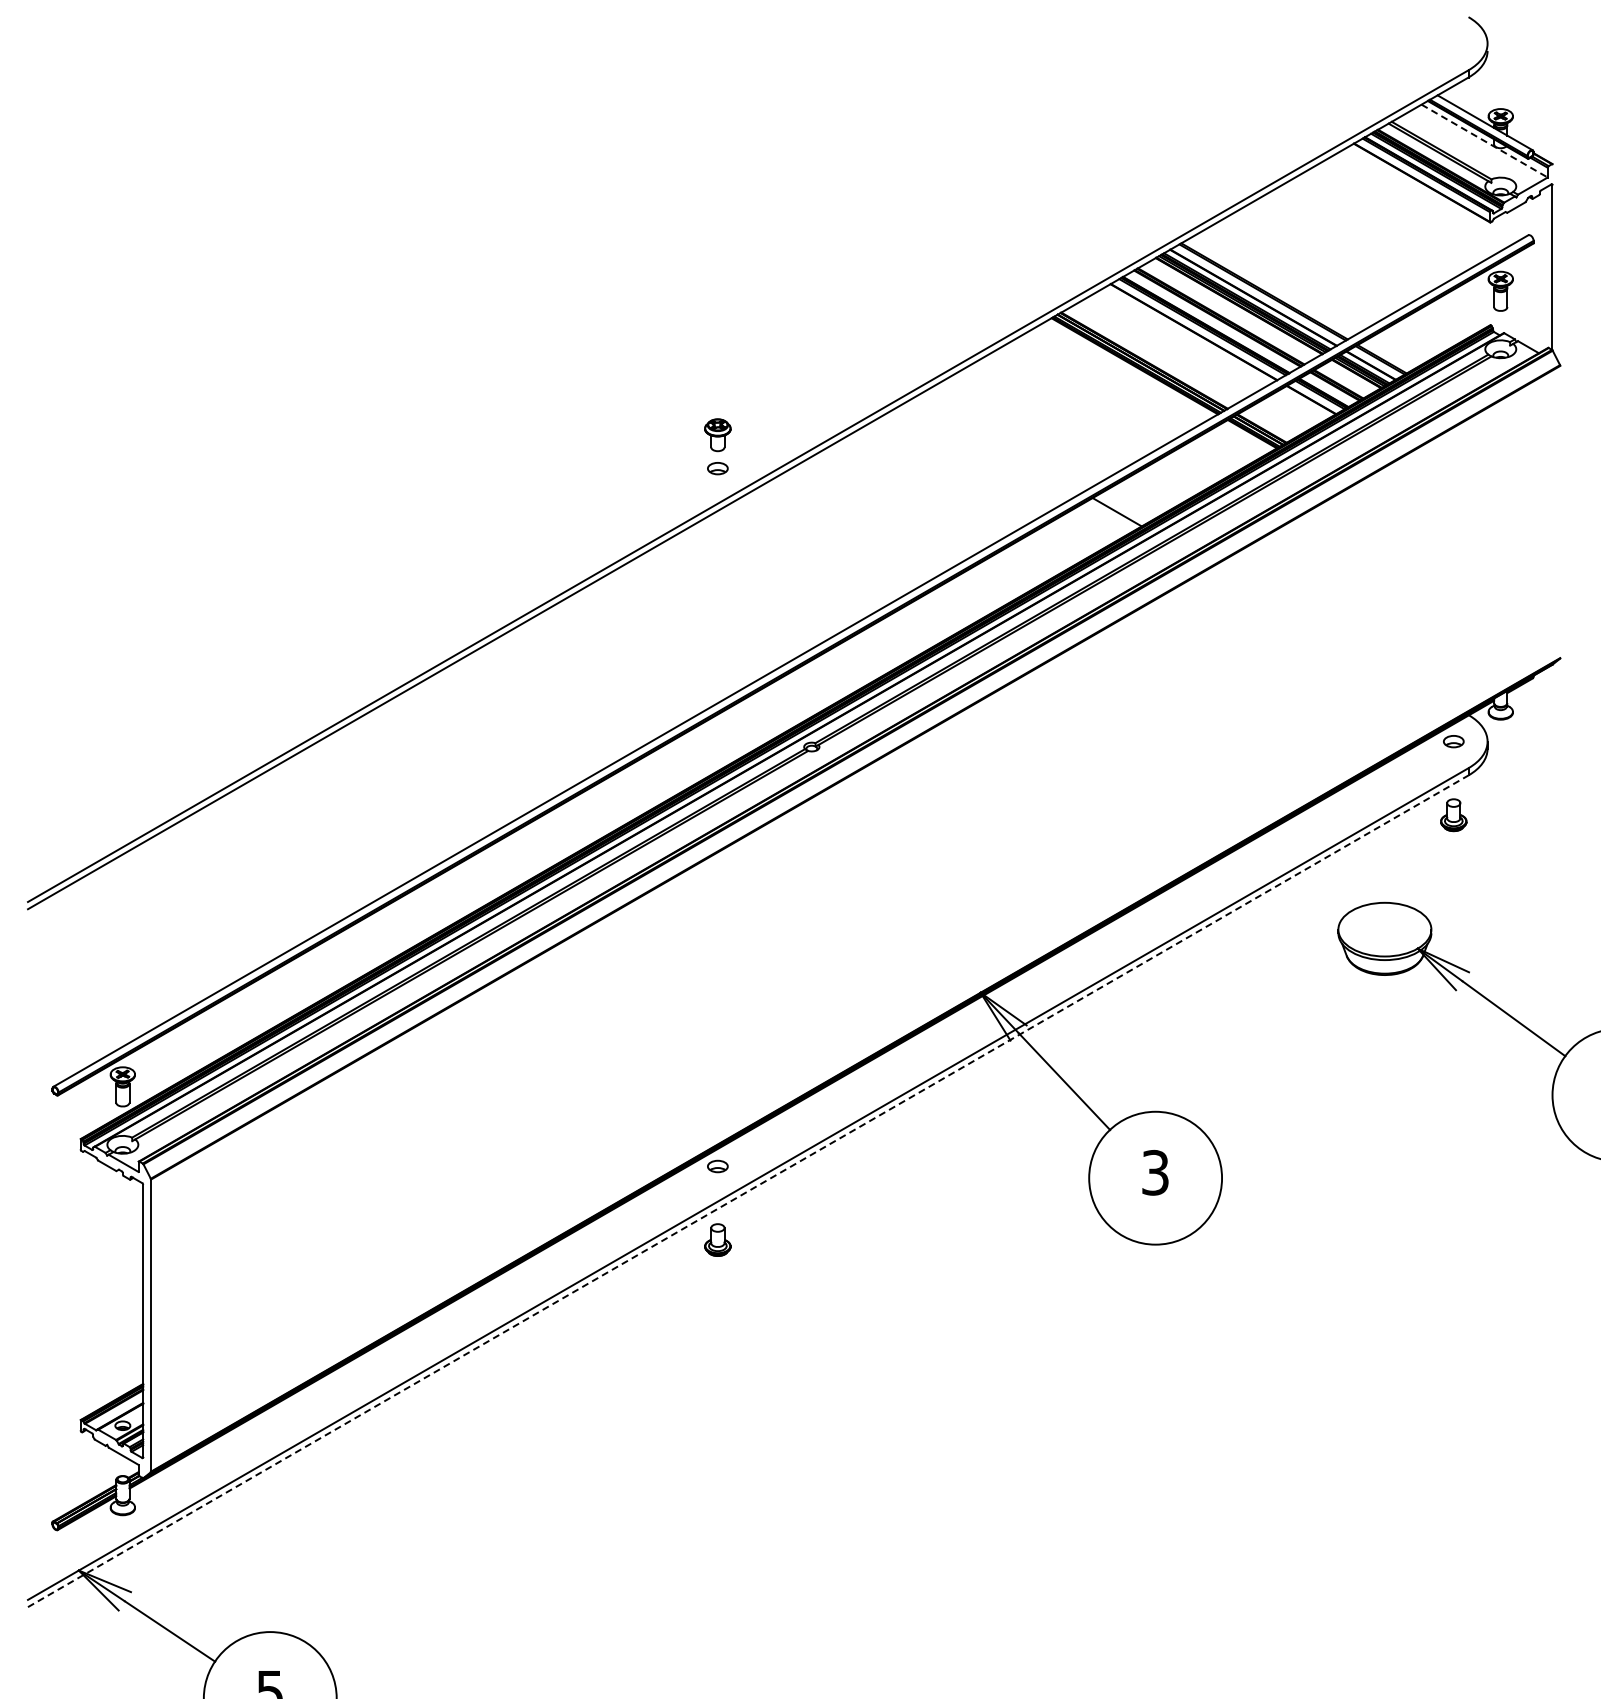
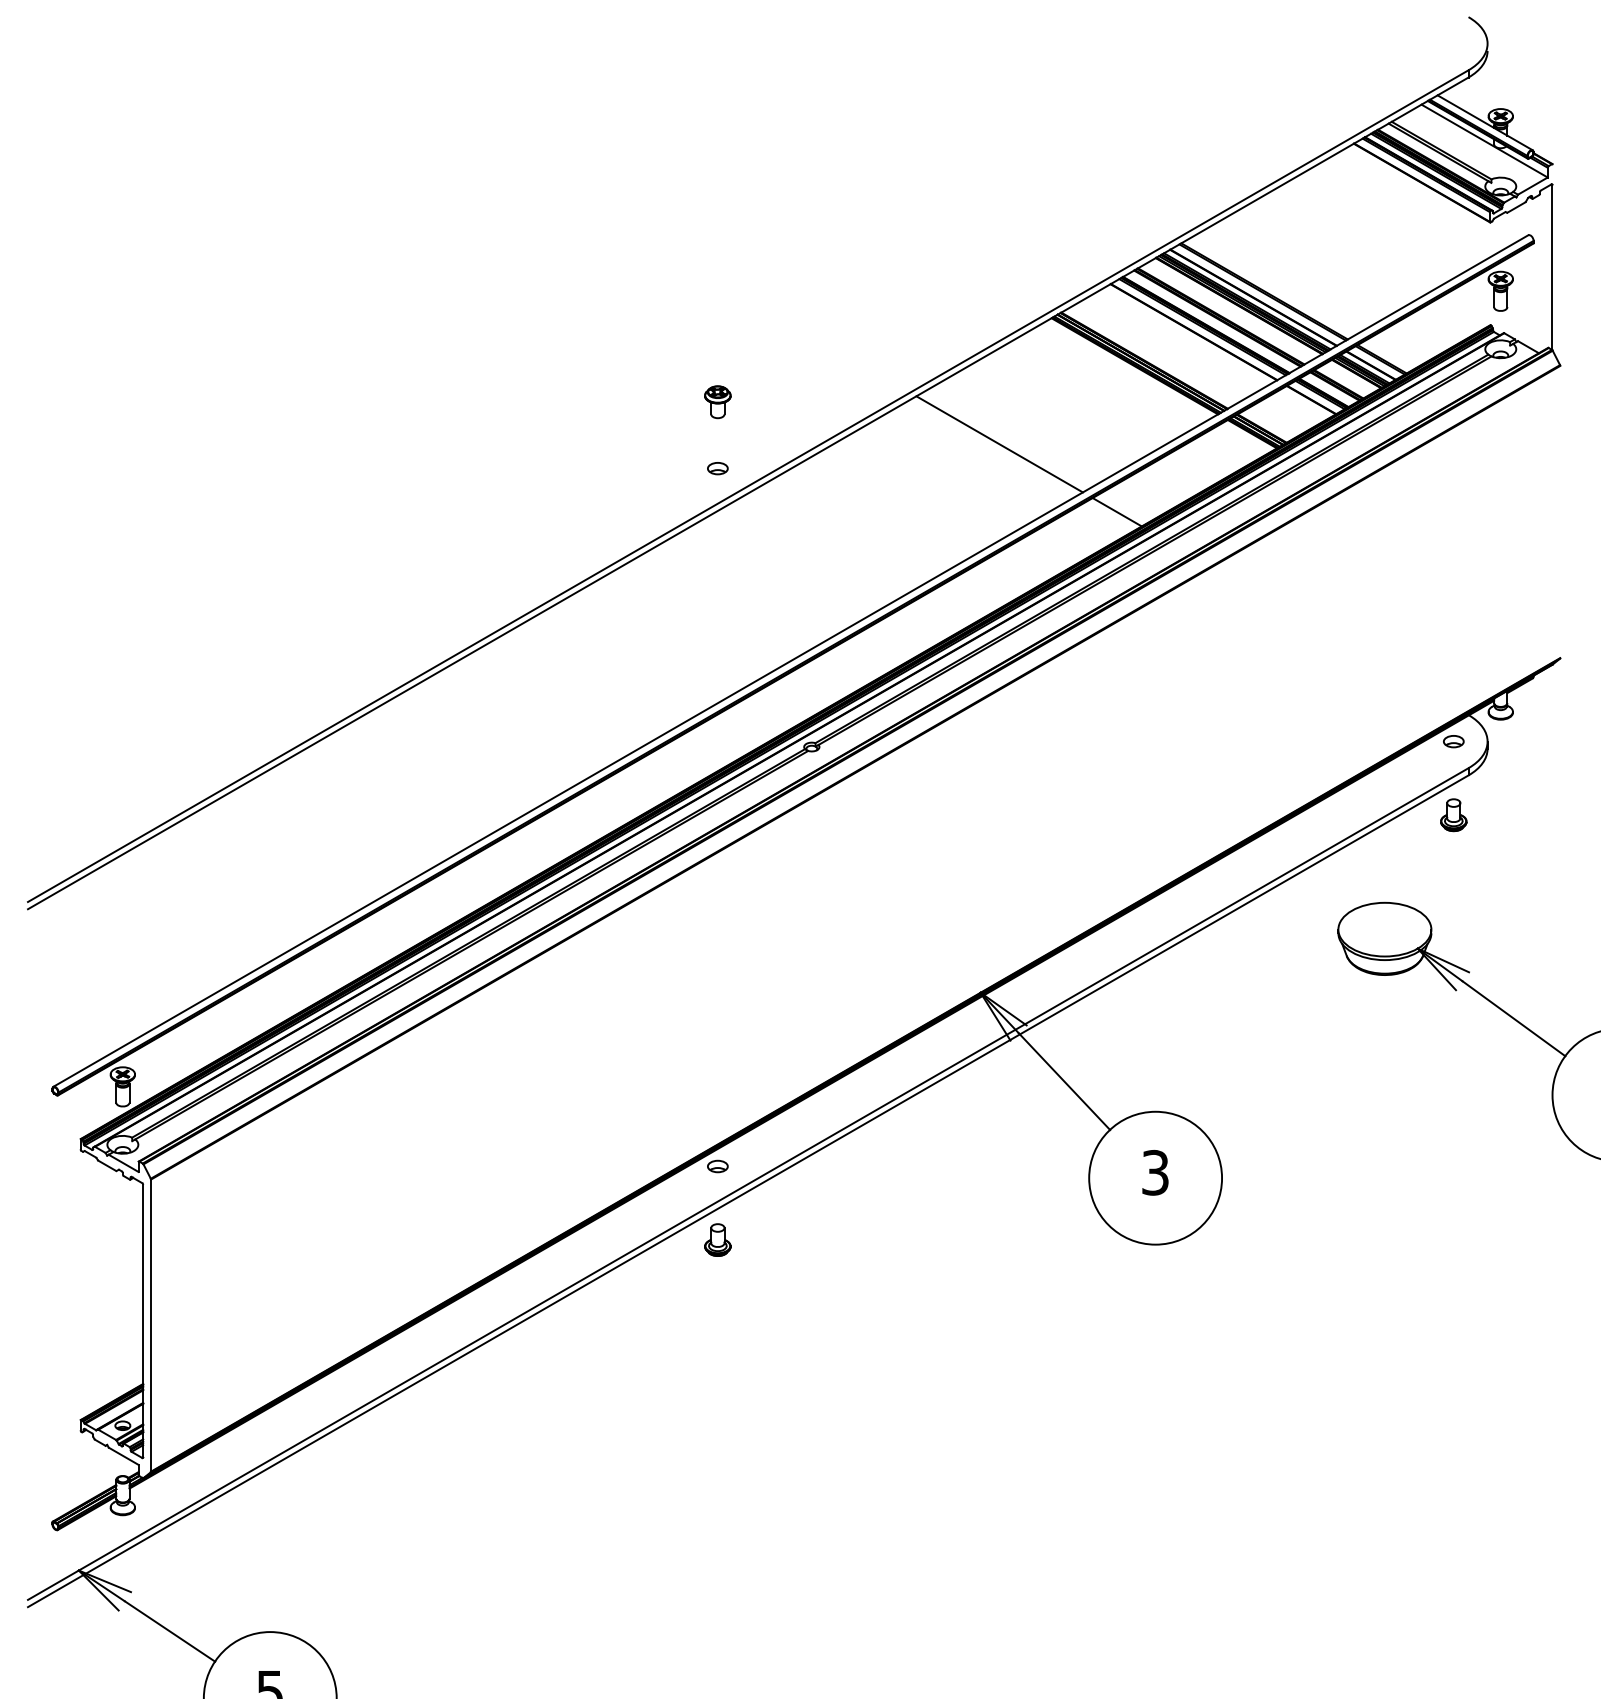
line at (1484, 141): dashed -> solid
part at (717, 435) position: (717, 435) -> (717, 402)
line at (999, 444): none -> present
line at (748, 1191): dashed -> solid
